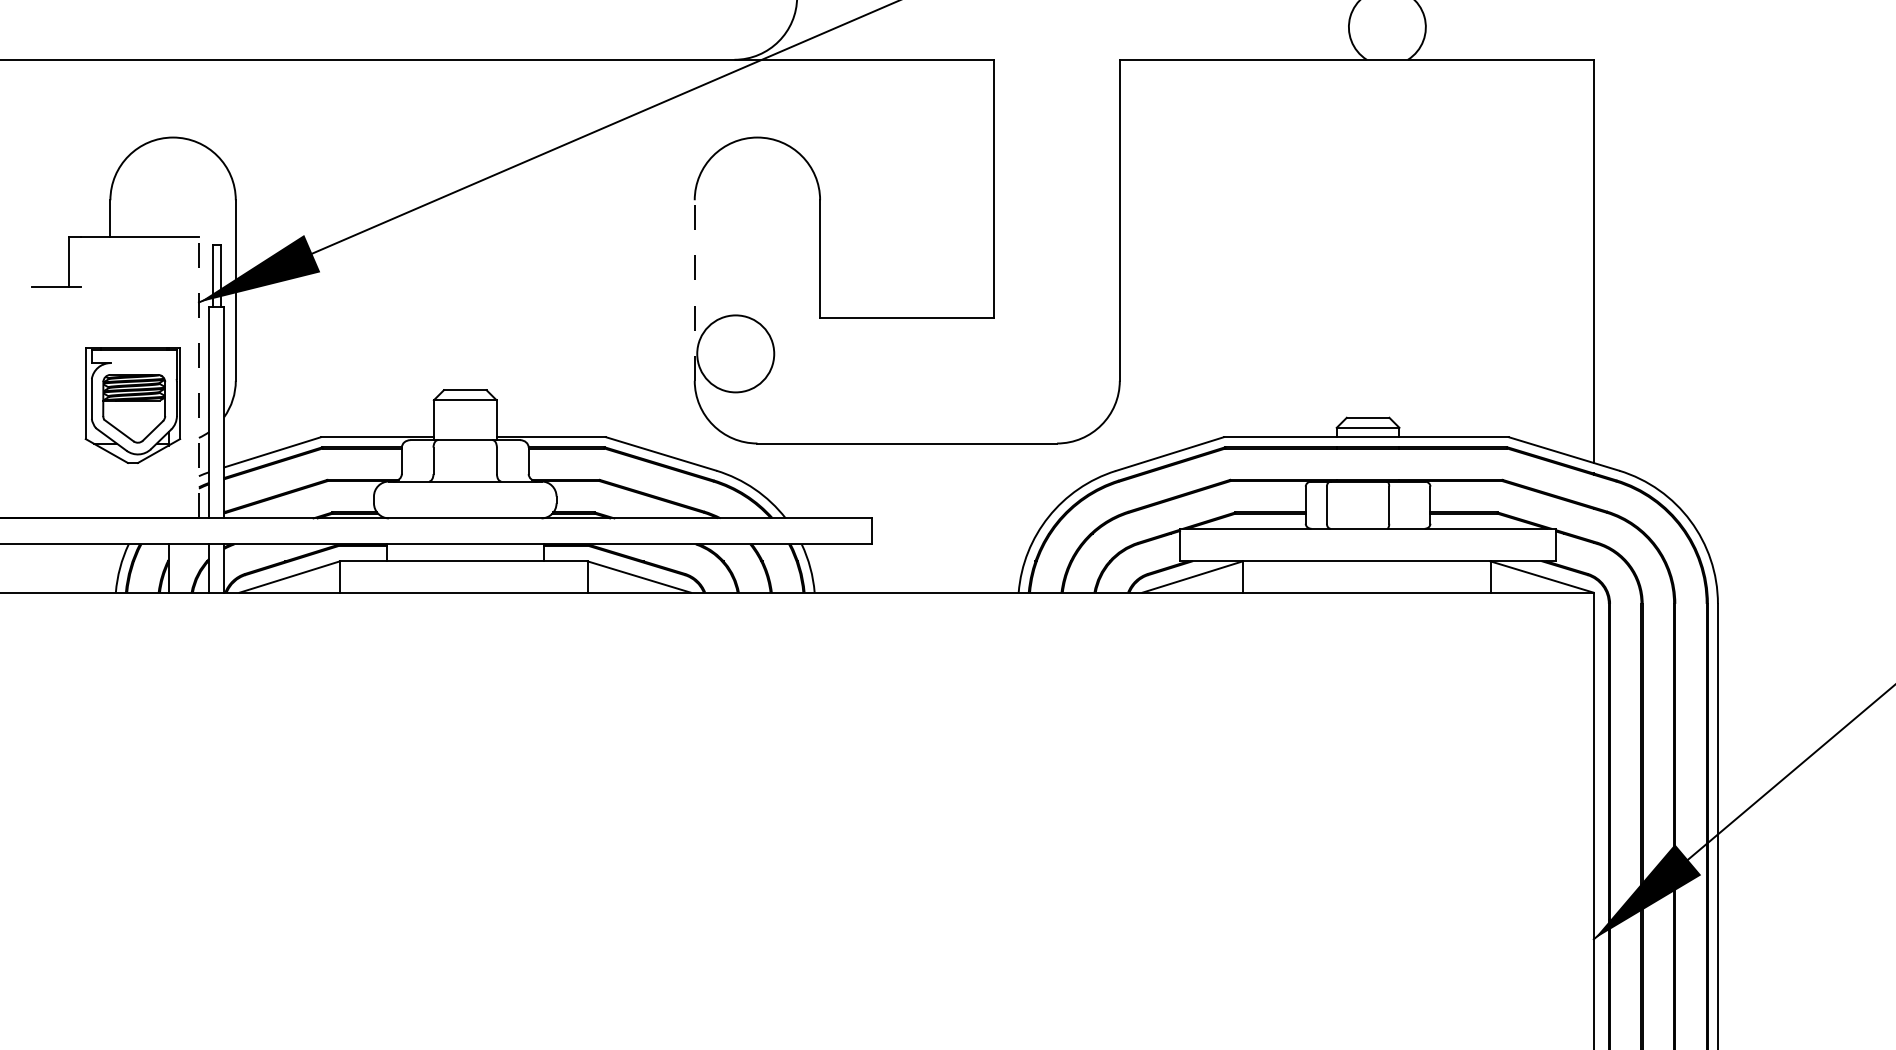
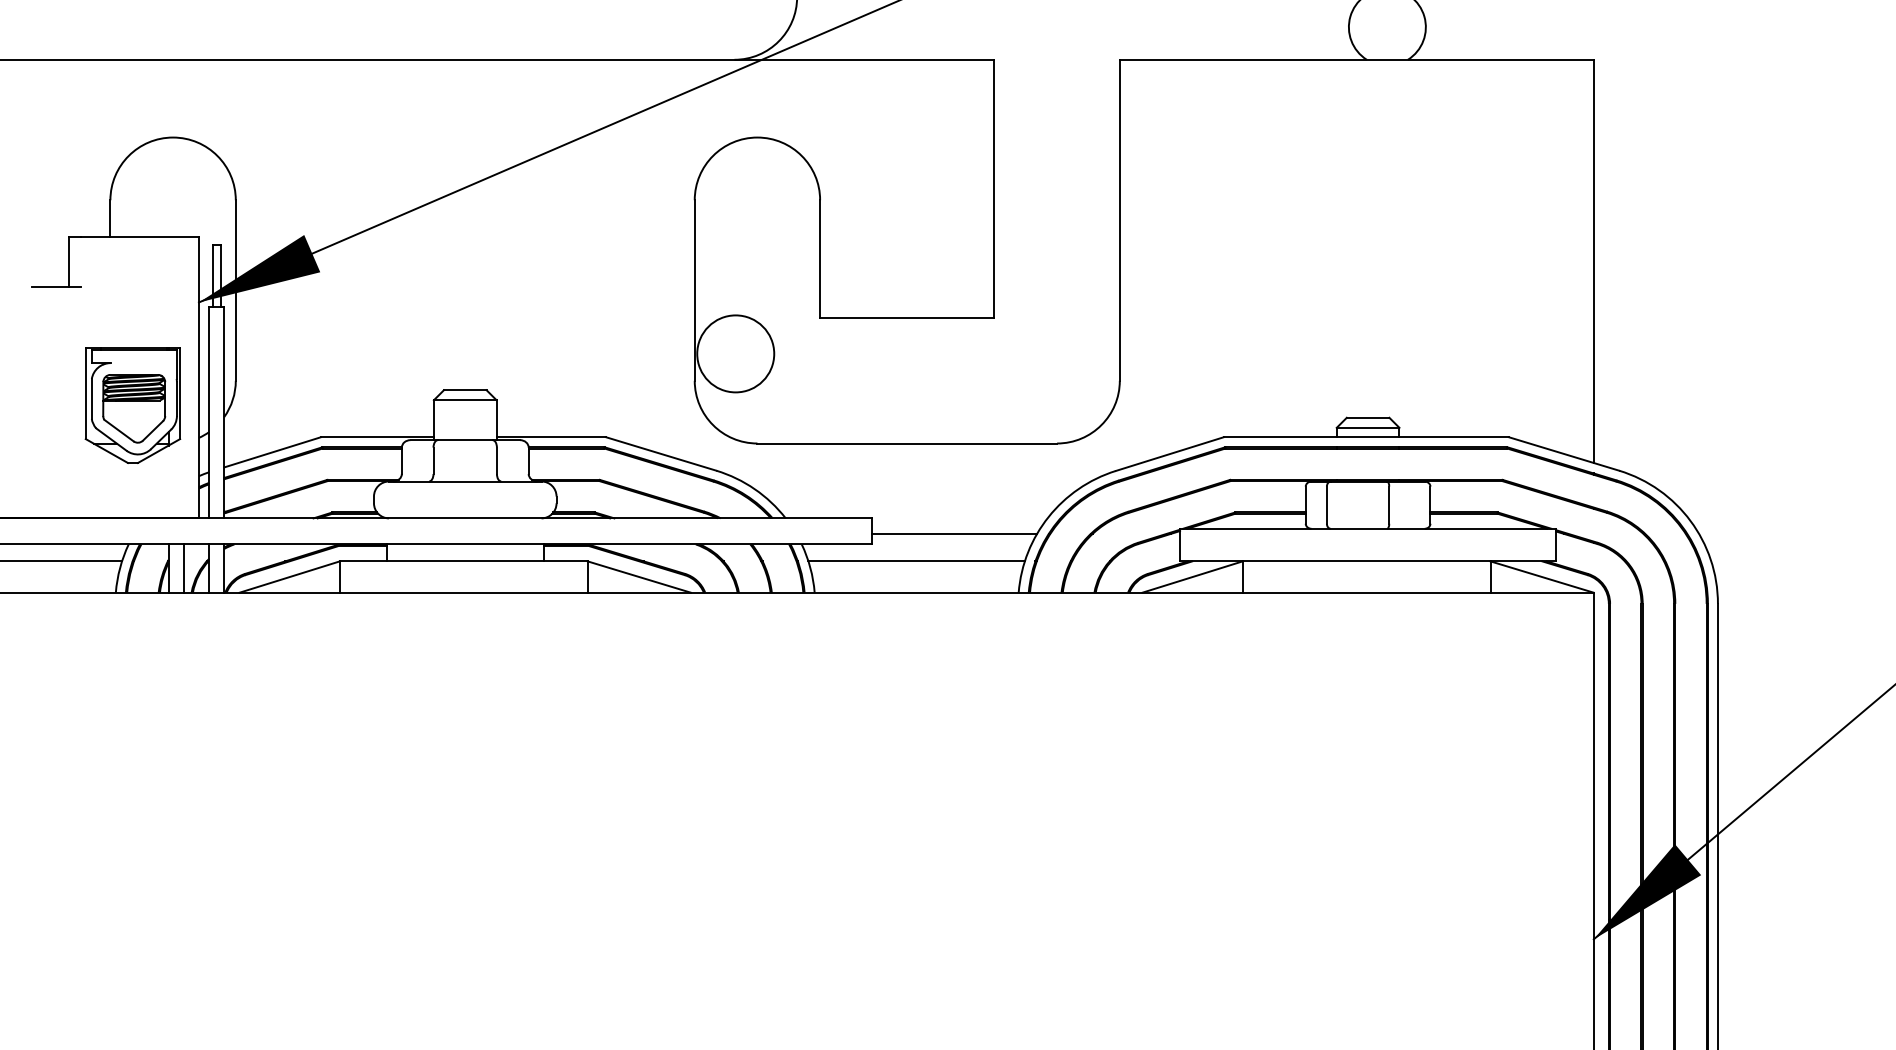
line at (694, 290): dashed -> solid
line at (198, 377): dashed -> solid
line at (954, 533): none -> present
line at (62, 561): none -> present
line at (916, 561): none -> present
line at (183, 568): none -> present
